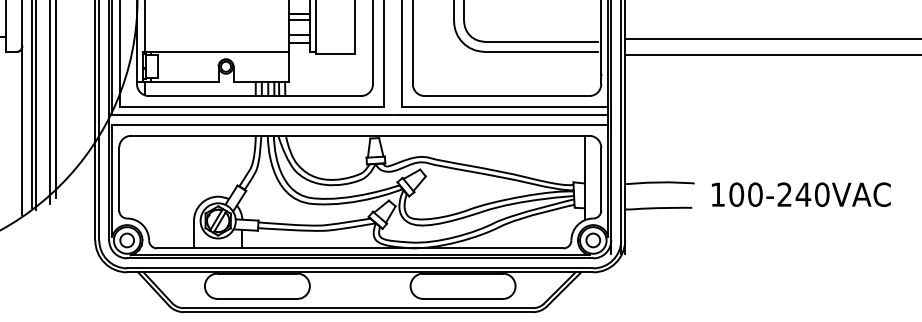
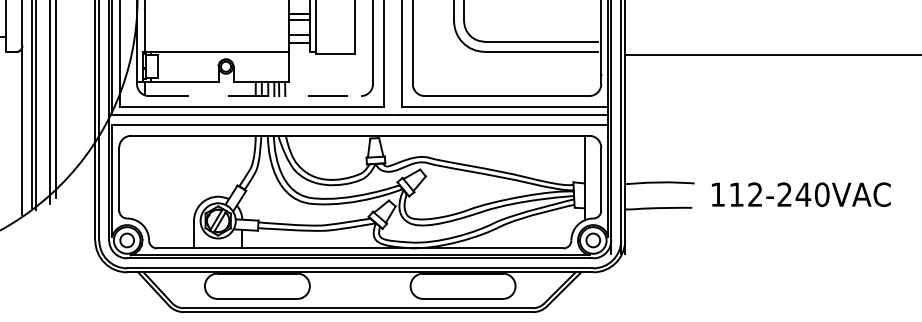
line at (771, 38): present -> none
line at (255, 96): solid -> dashed
text at (745, 194): 100-240VAC -> 112-240VAC
